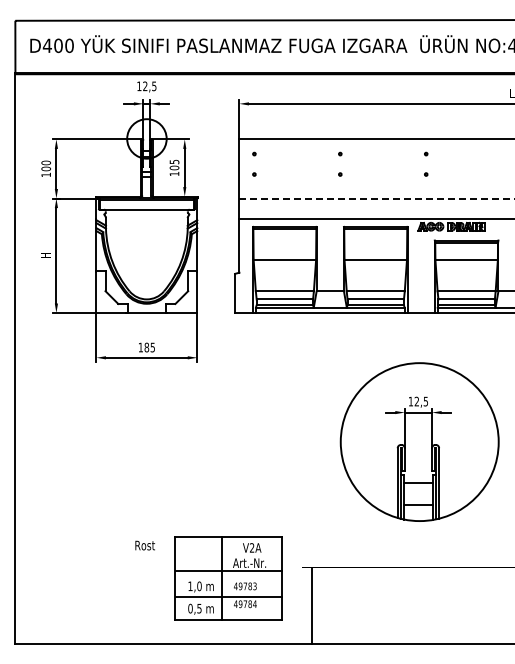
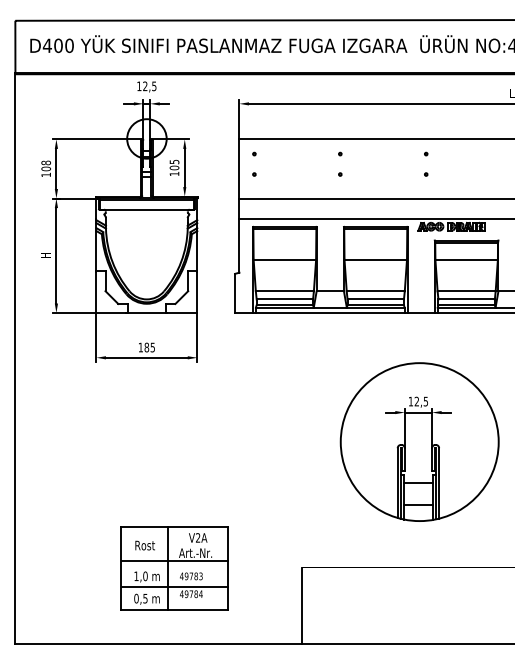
text at (45, 162): 100 -> 108
line at (376, 198): dashed -> solid
part at (228, 578) position: (228, 578) -> (174, 568)
line at (311, 605) position: (311, 605) -> (301, 605)
